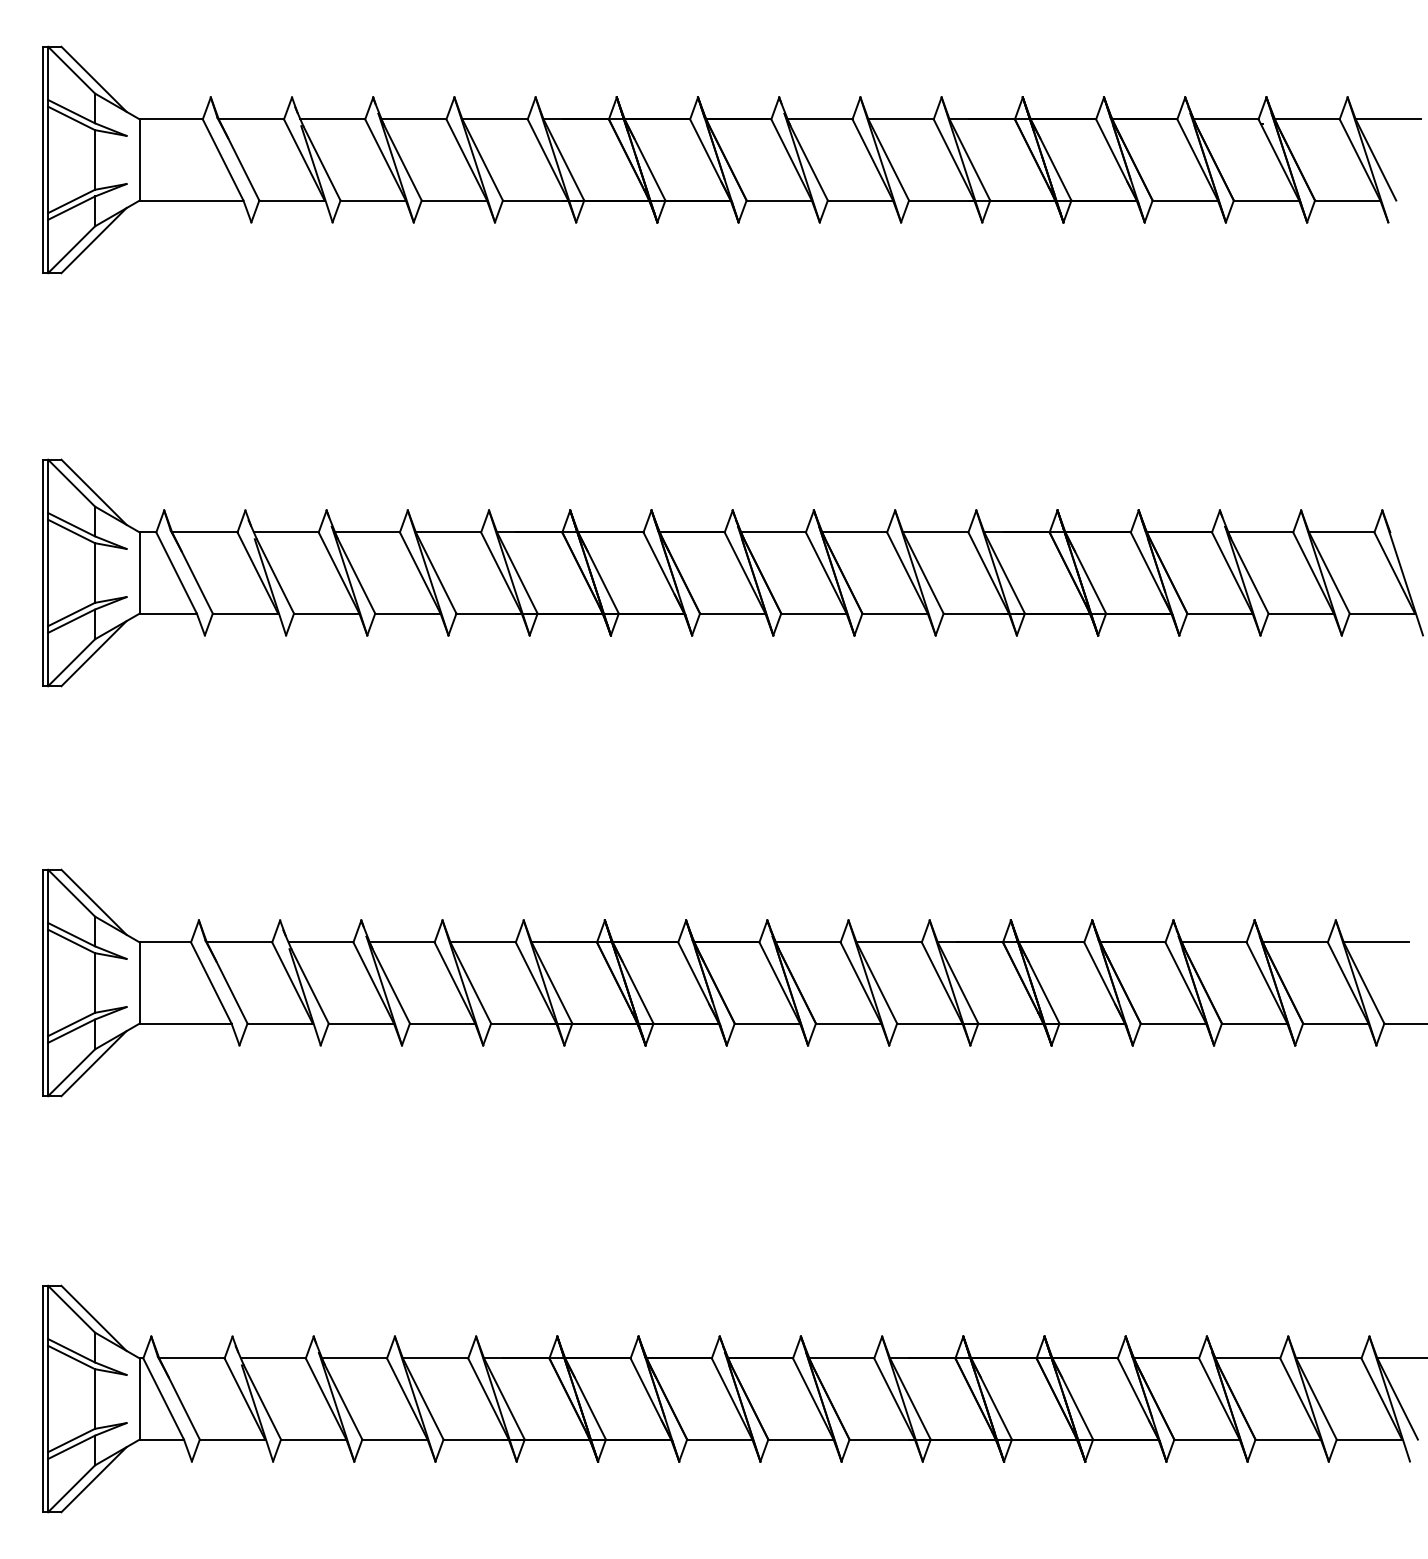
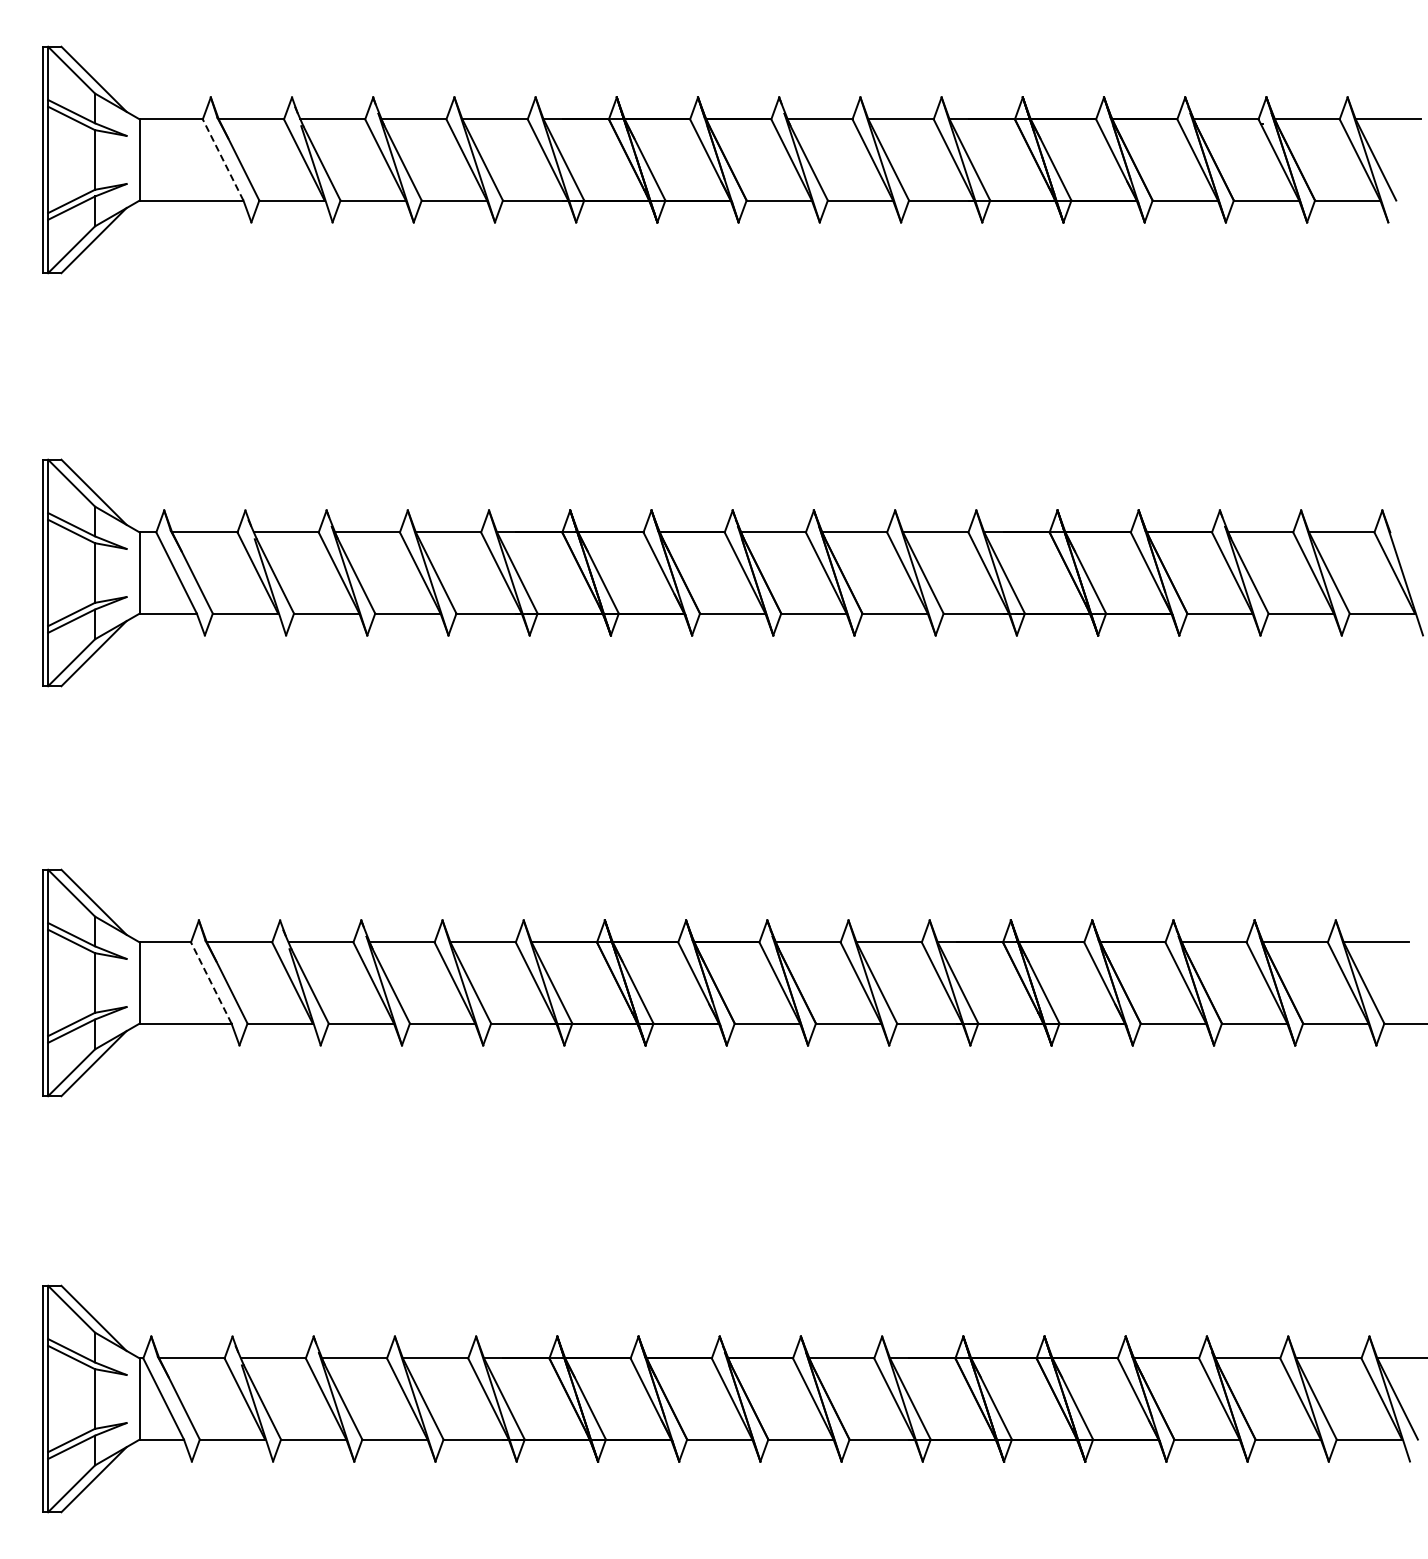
line at (222, 159): solid -> dashed
line at (211, 982): solid -> dashed
